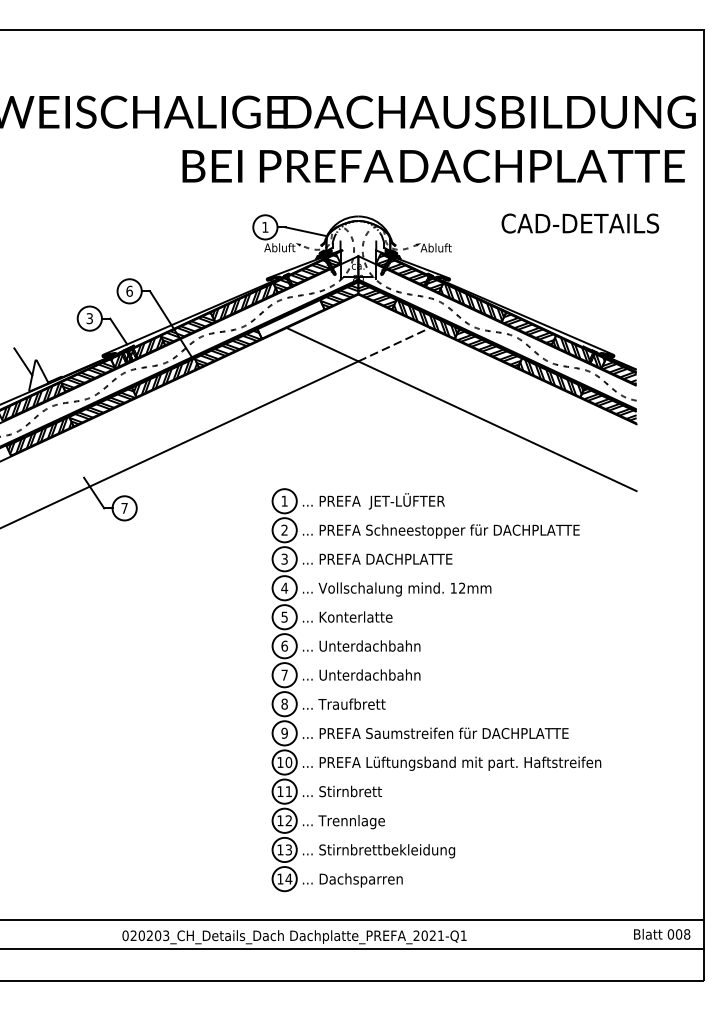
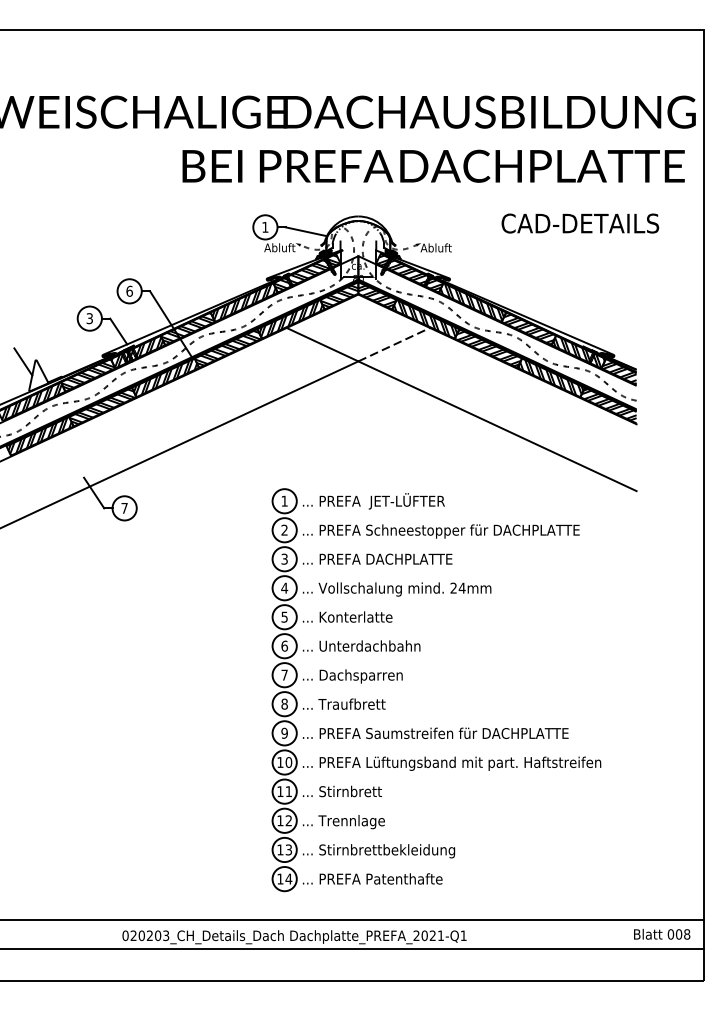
hatch at (291, 318): none -> present
text at (457, 587): 12mm -> 24mm
text at (369, 676): ... Unterdachbahn -> ... Dachsparren
text at (381, 880): ... Dachsparren -> ... PREFA Patenthafte
